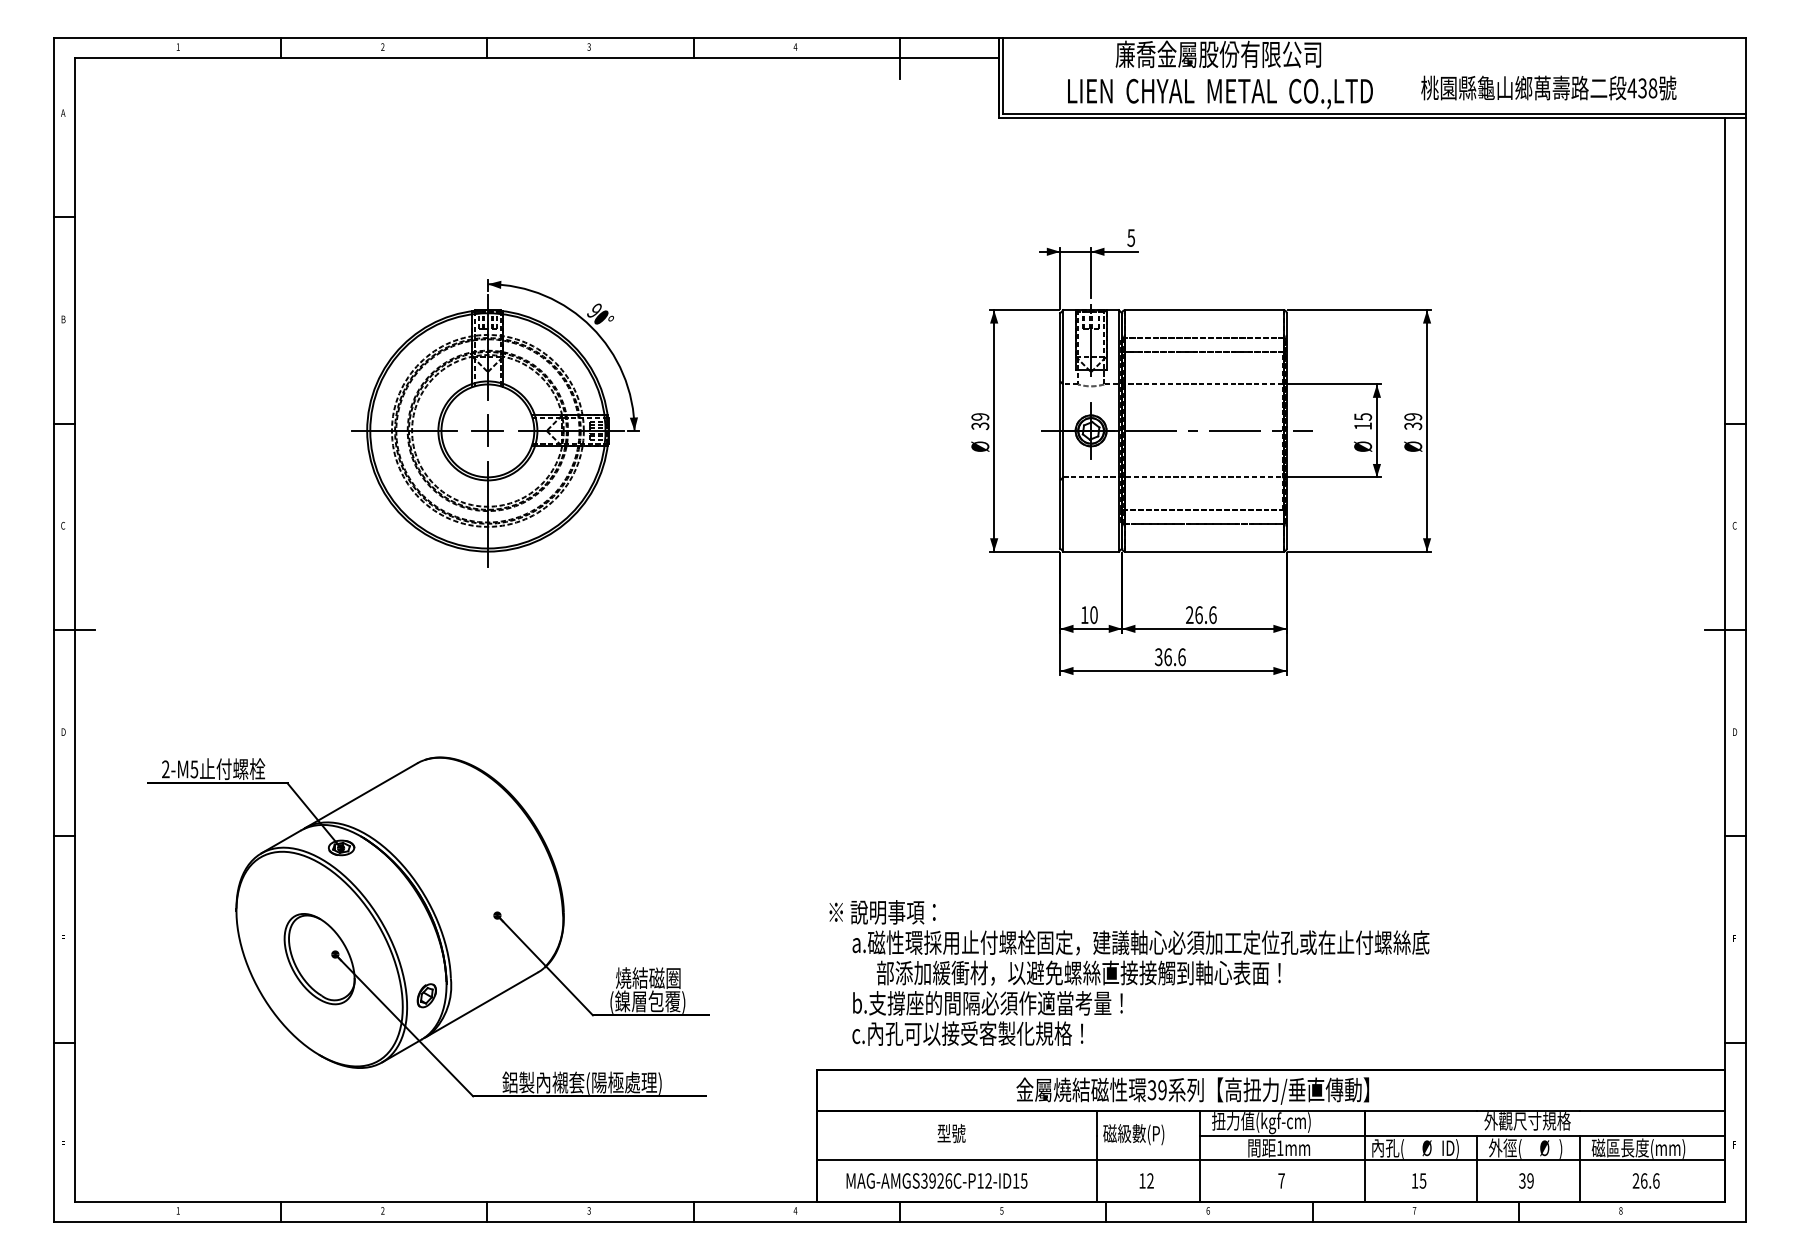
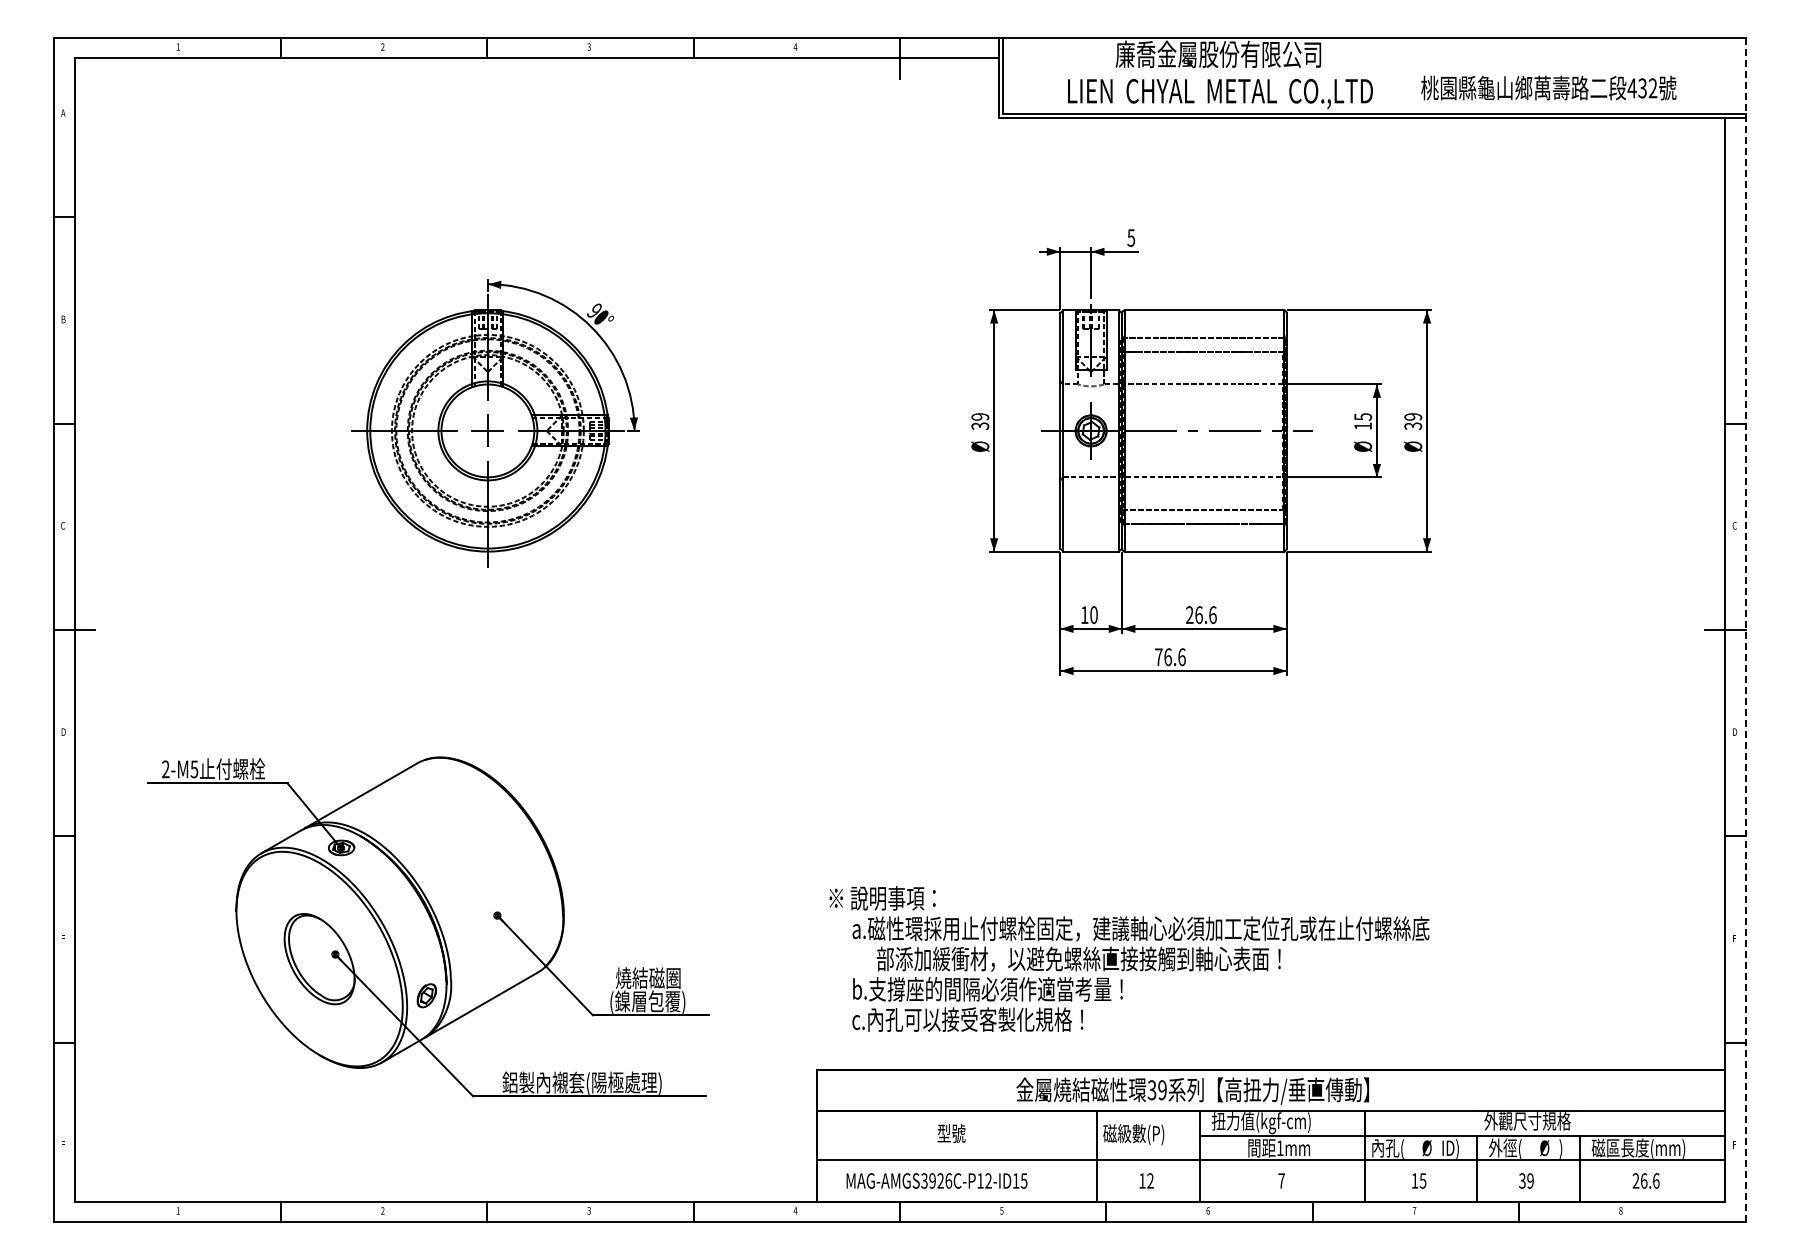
text at (1652, 88): 438 -> 432
line at (1746, 629): solid -> dashed
text at (1158, 657): 36.6 -> 76.6
text at (1129, 972) position: (1129, 972) -> (1129, 958)
